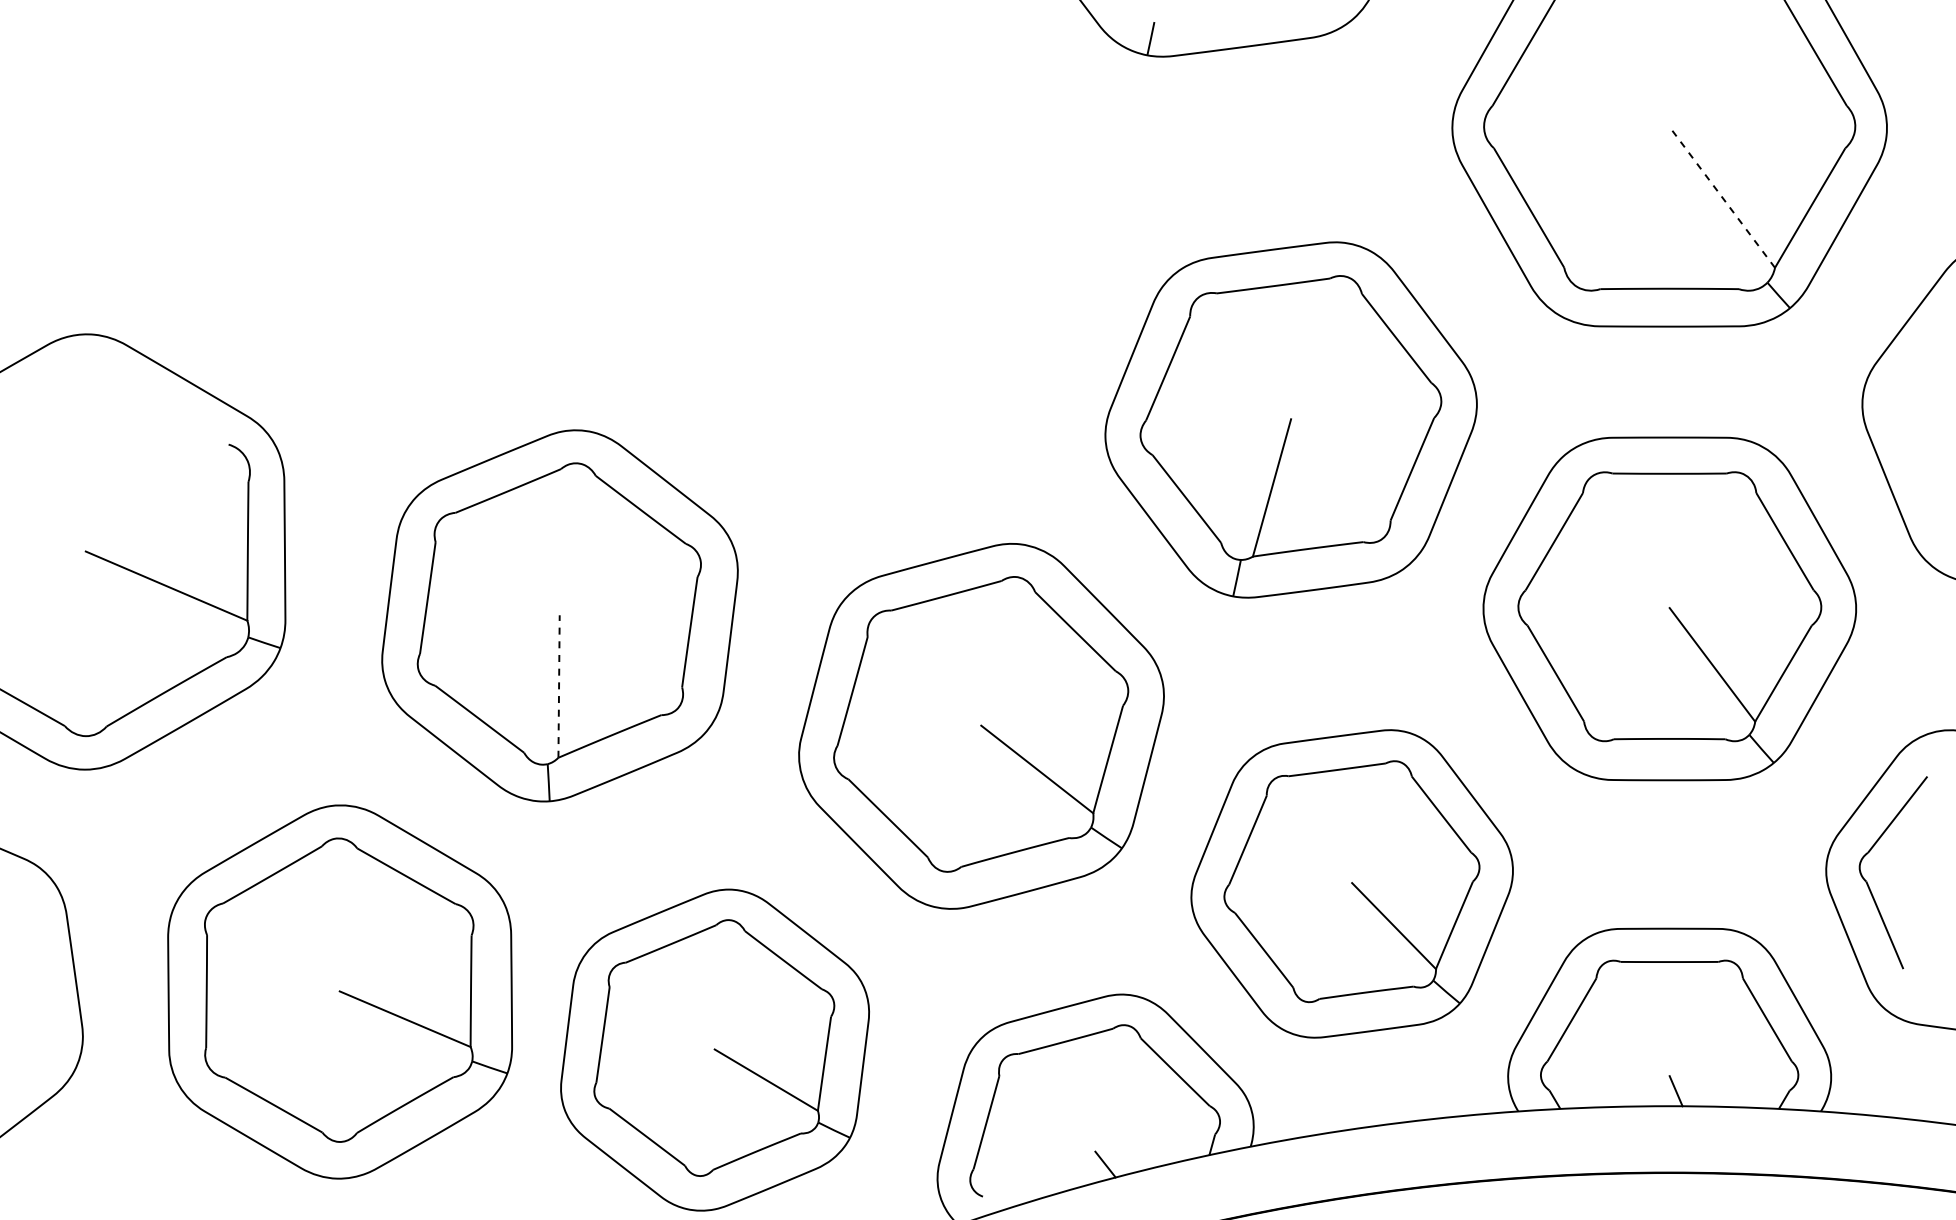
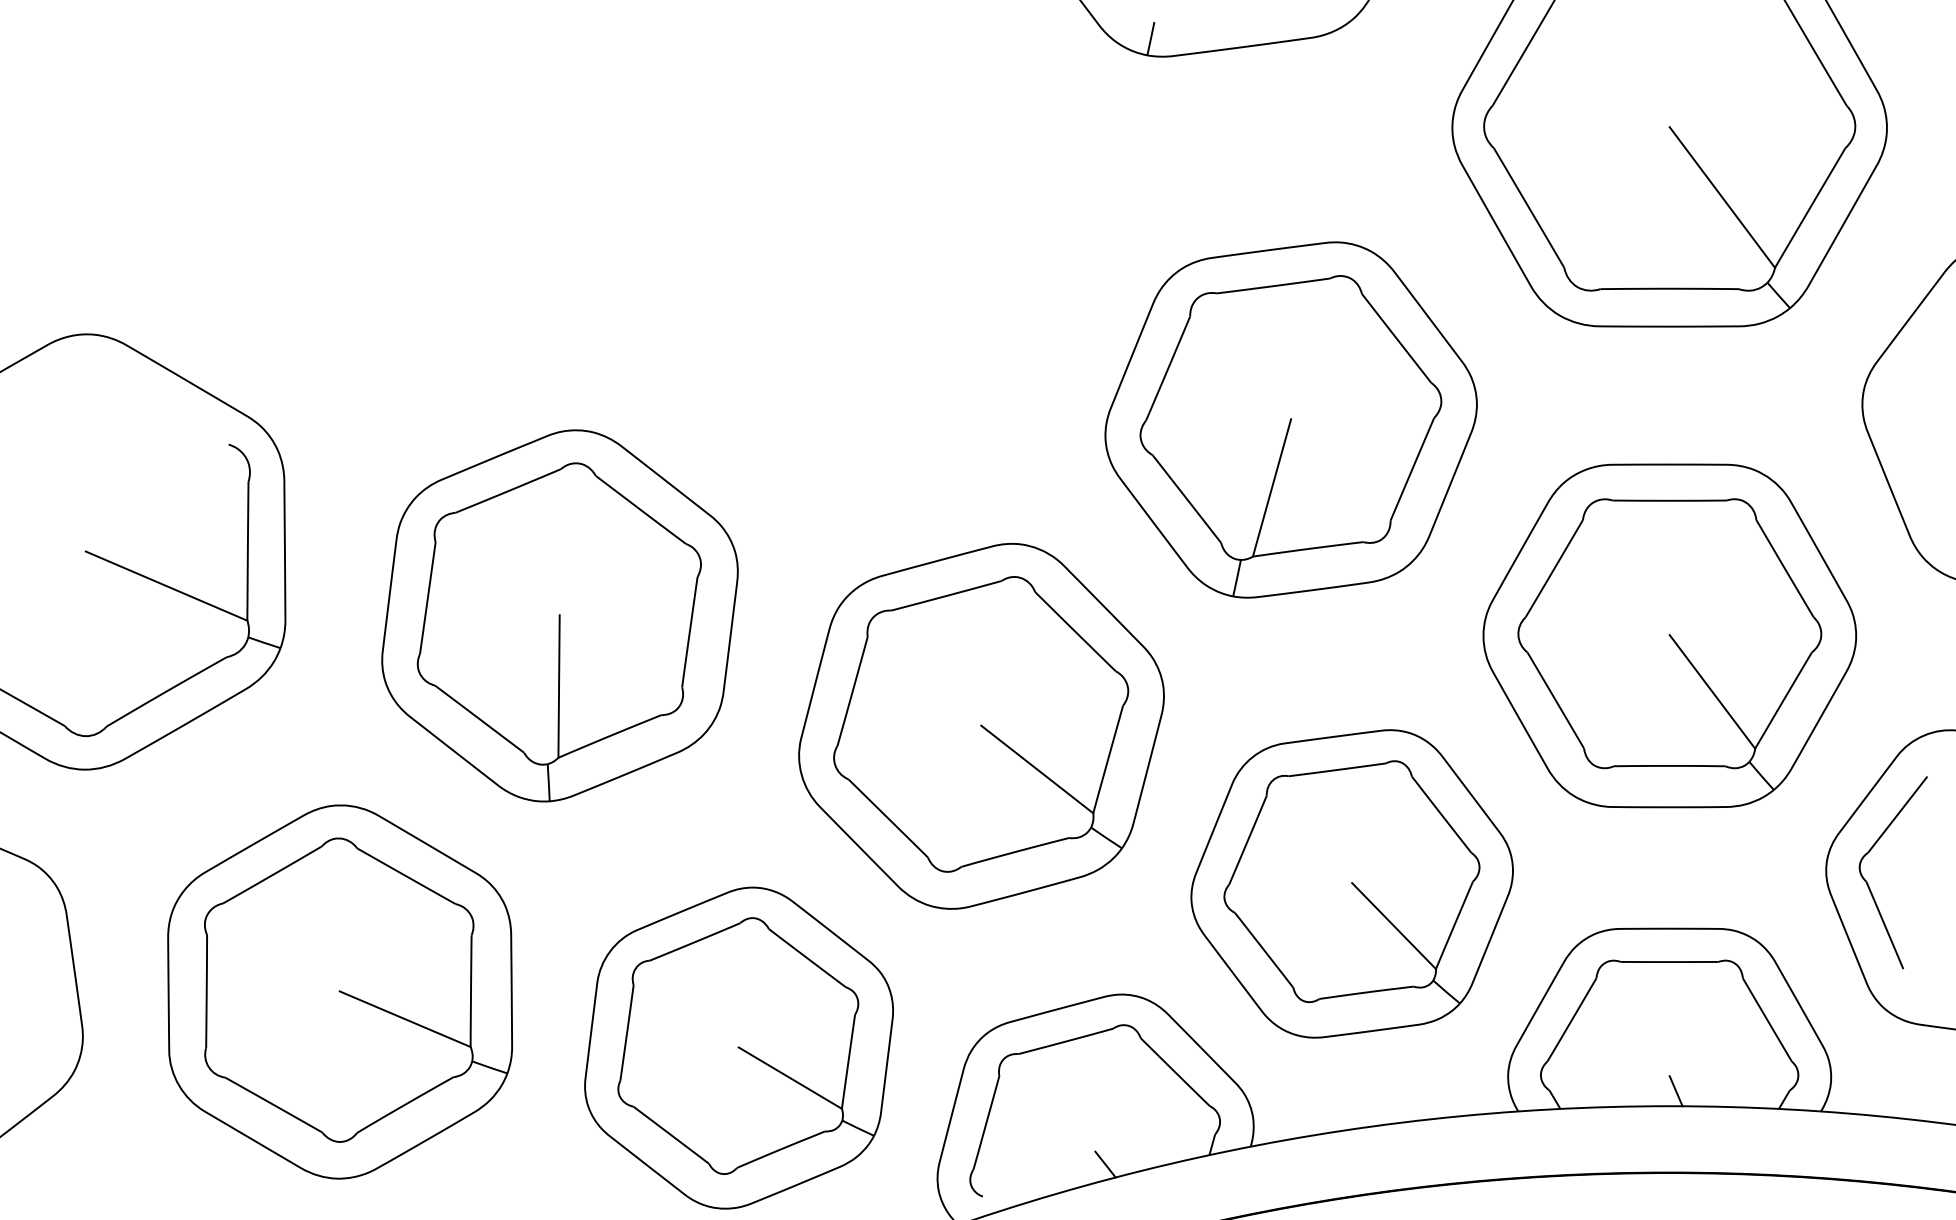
line at (1722, 197): dashed -> solid
part at (1669, 608) position: (1669, 608) -> (1669, 635)
line at (559, 686): dashed -> solid
part at (714, 1049) position: (714, 1049) -> (738, 1047)
